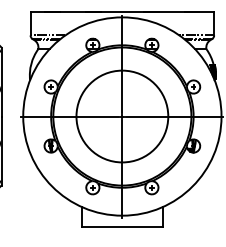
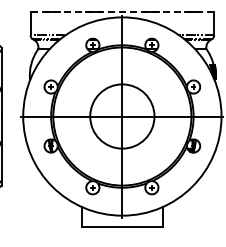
line at (122, 12): solid -> dashed
circle at (122, 116) diameter: 92 px -> 64 px
